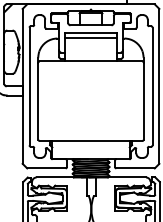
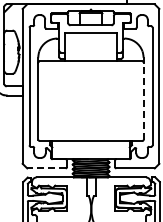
line at (90, 37): present -> none
line at (143, 101): solid -> dashed
line at (45, 168): solid -> dashed
